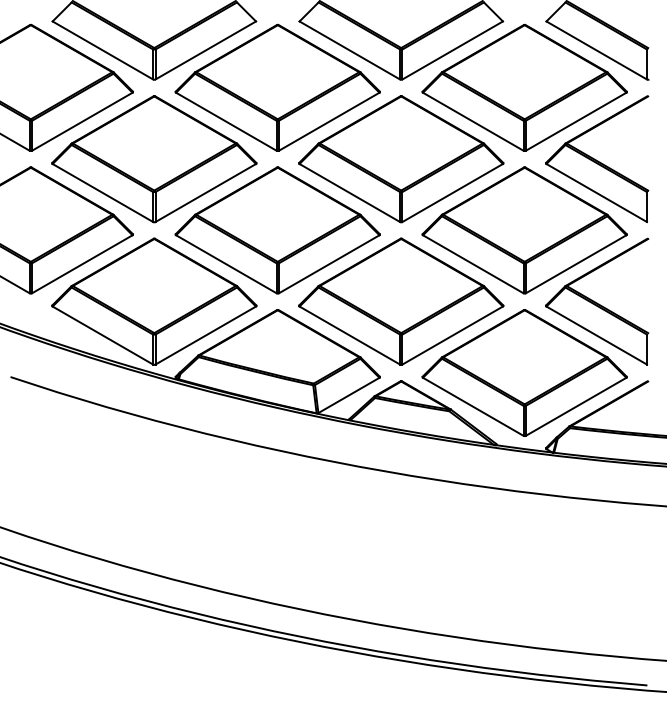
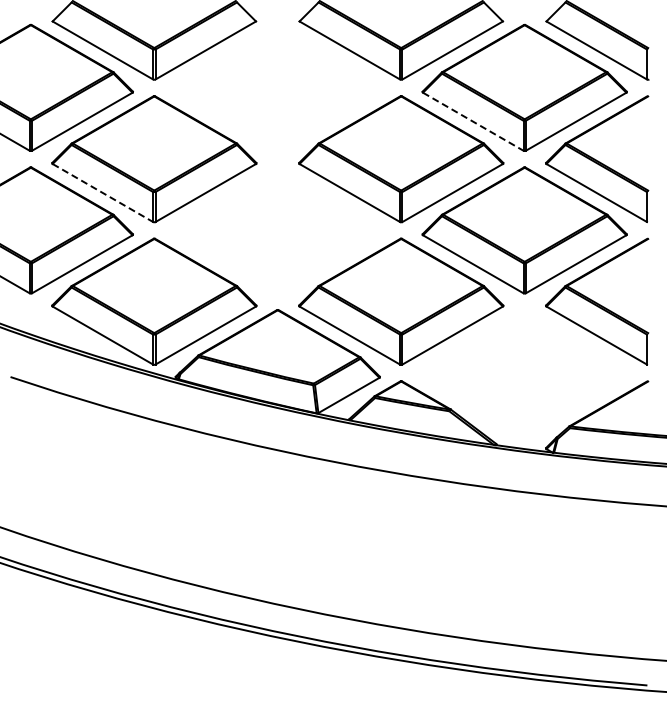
part at (277, 87): present -> none
line at (473, 122): solid -> dashed
line at (103, 193): solid -> dashed
part at (277, 230): present -> none
part at (524, 372): present -> none
